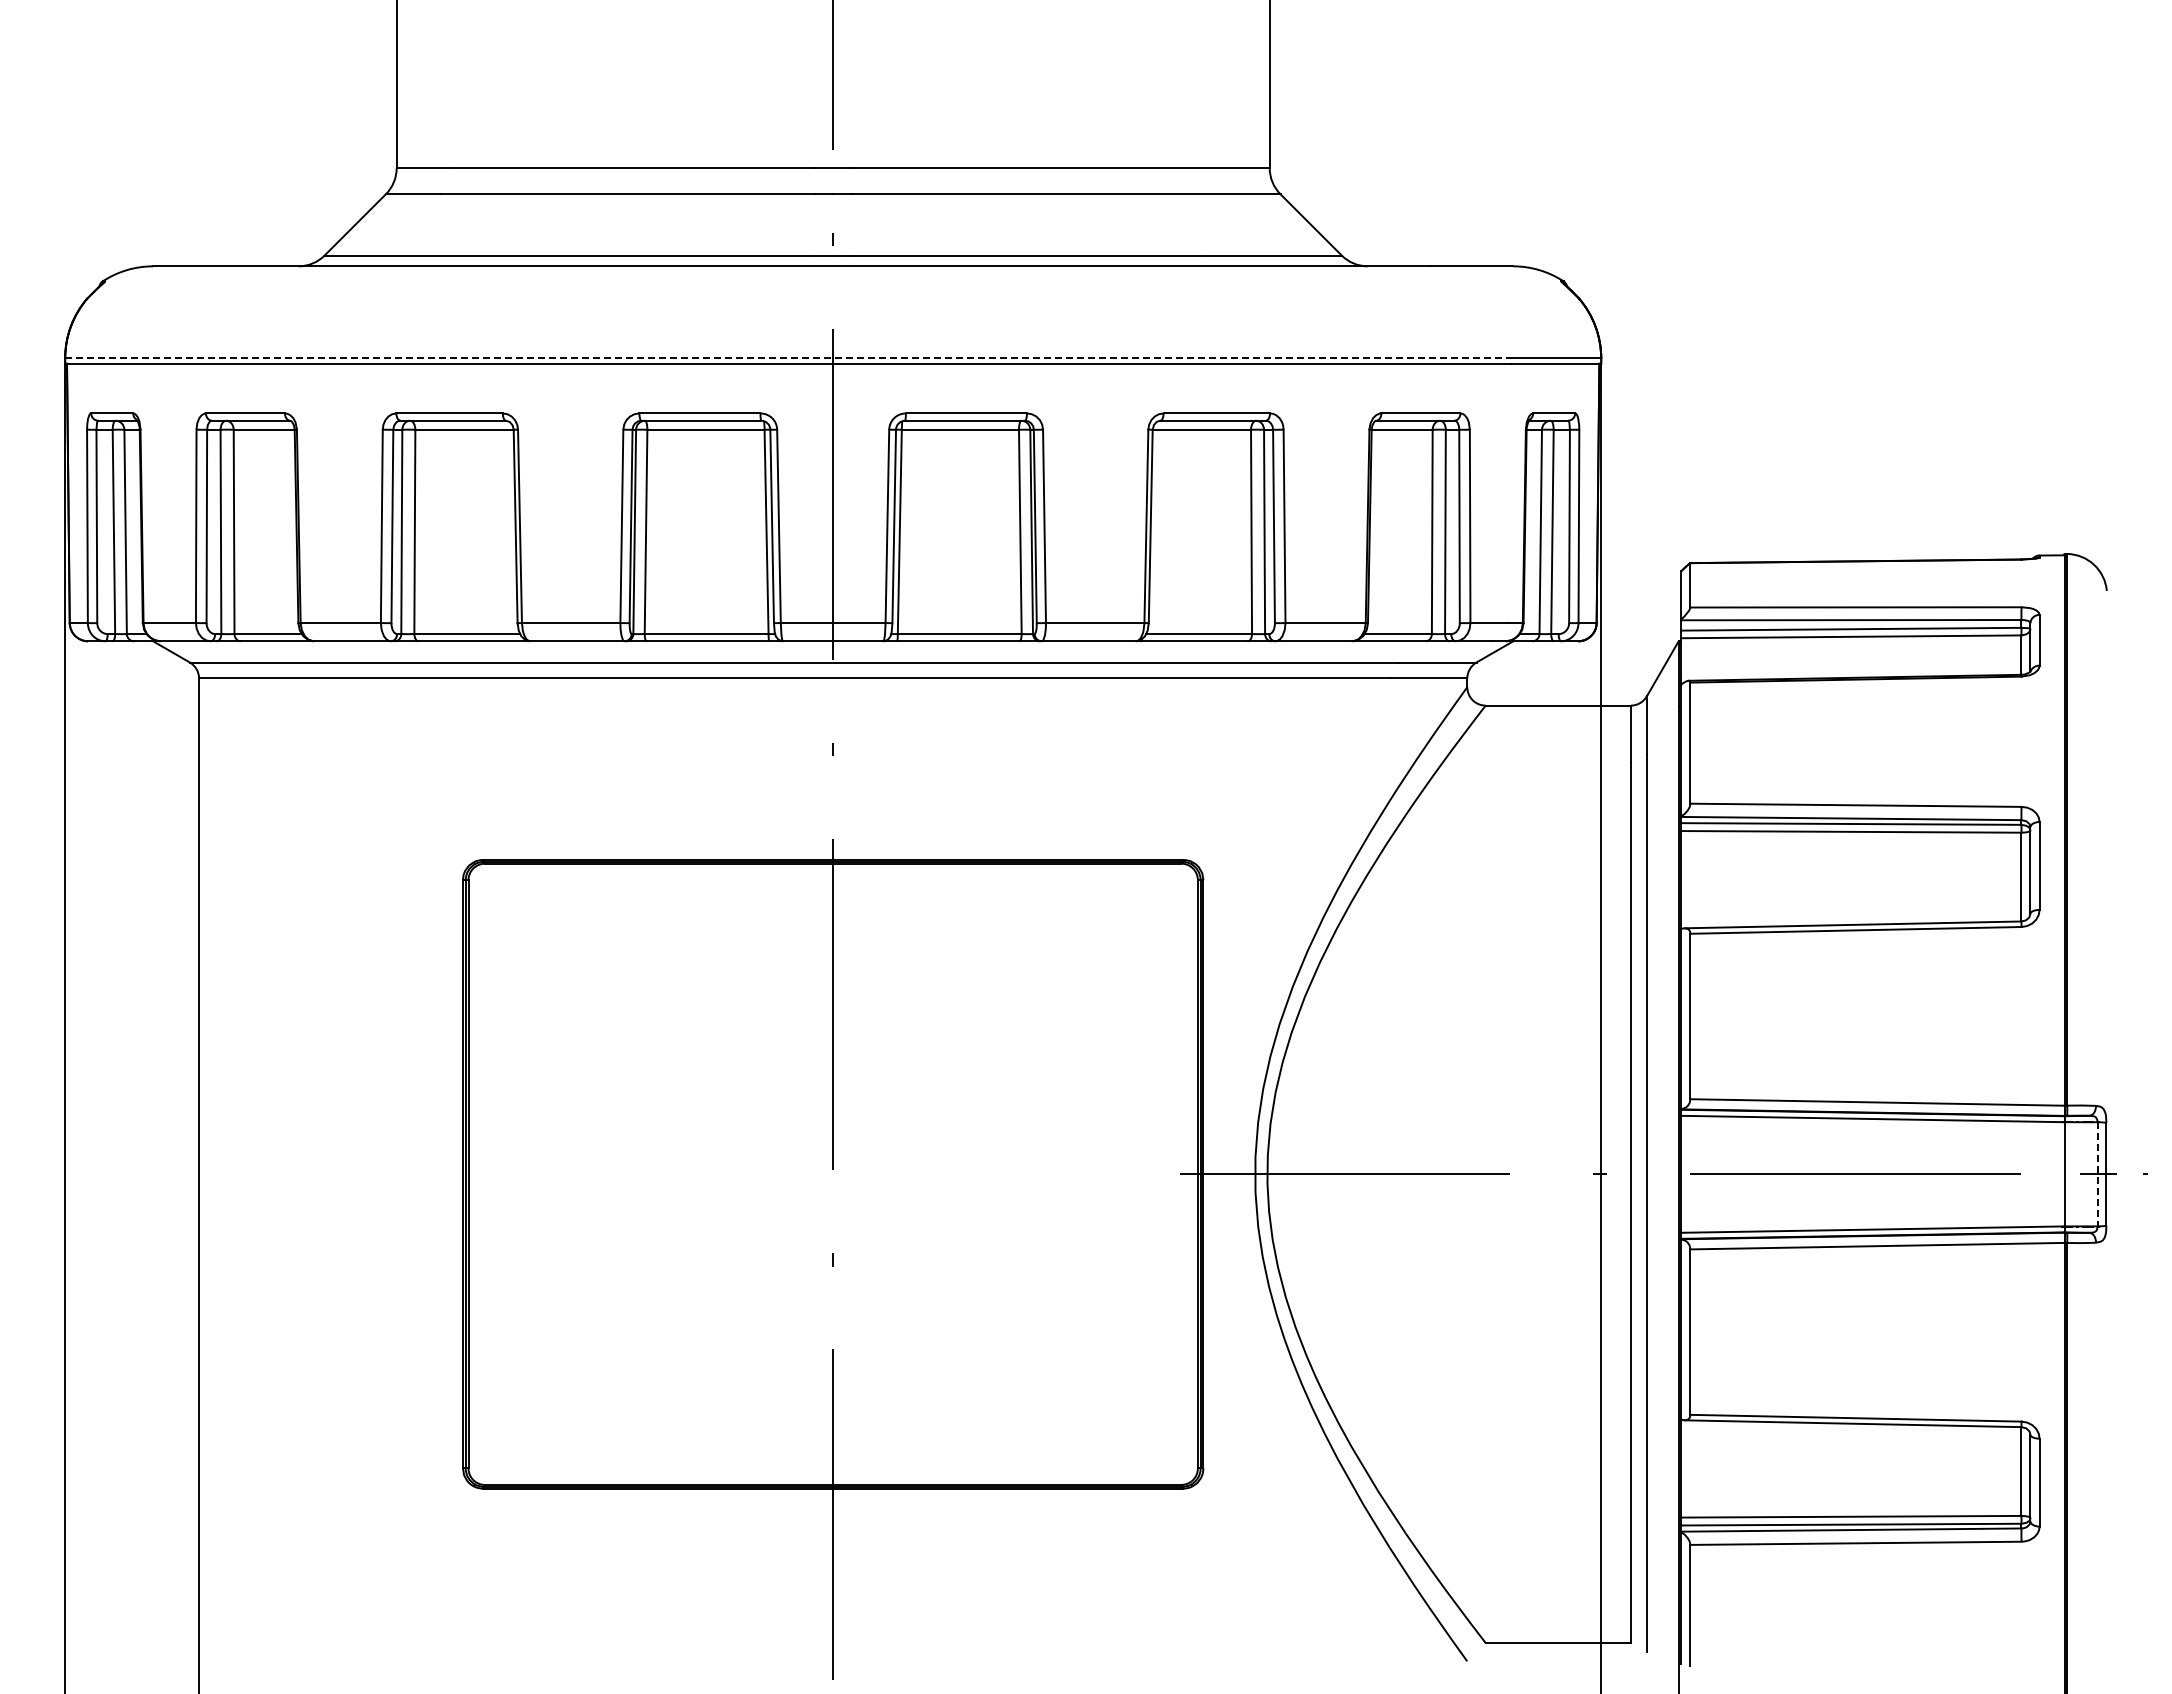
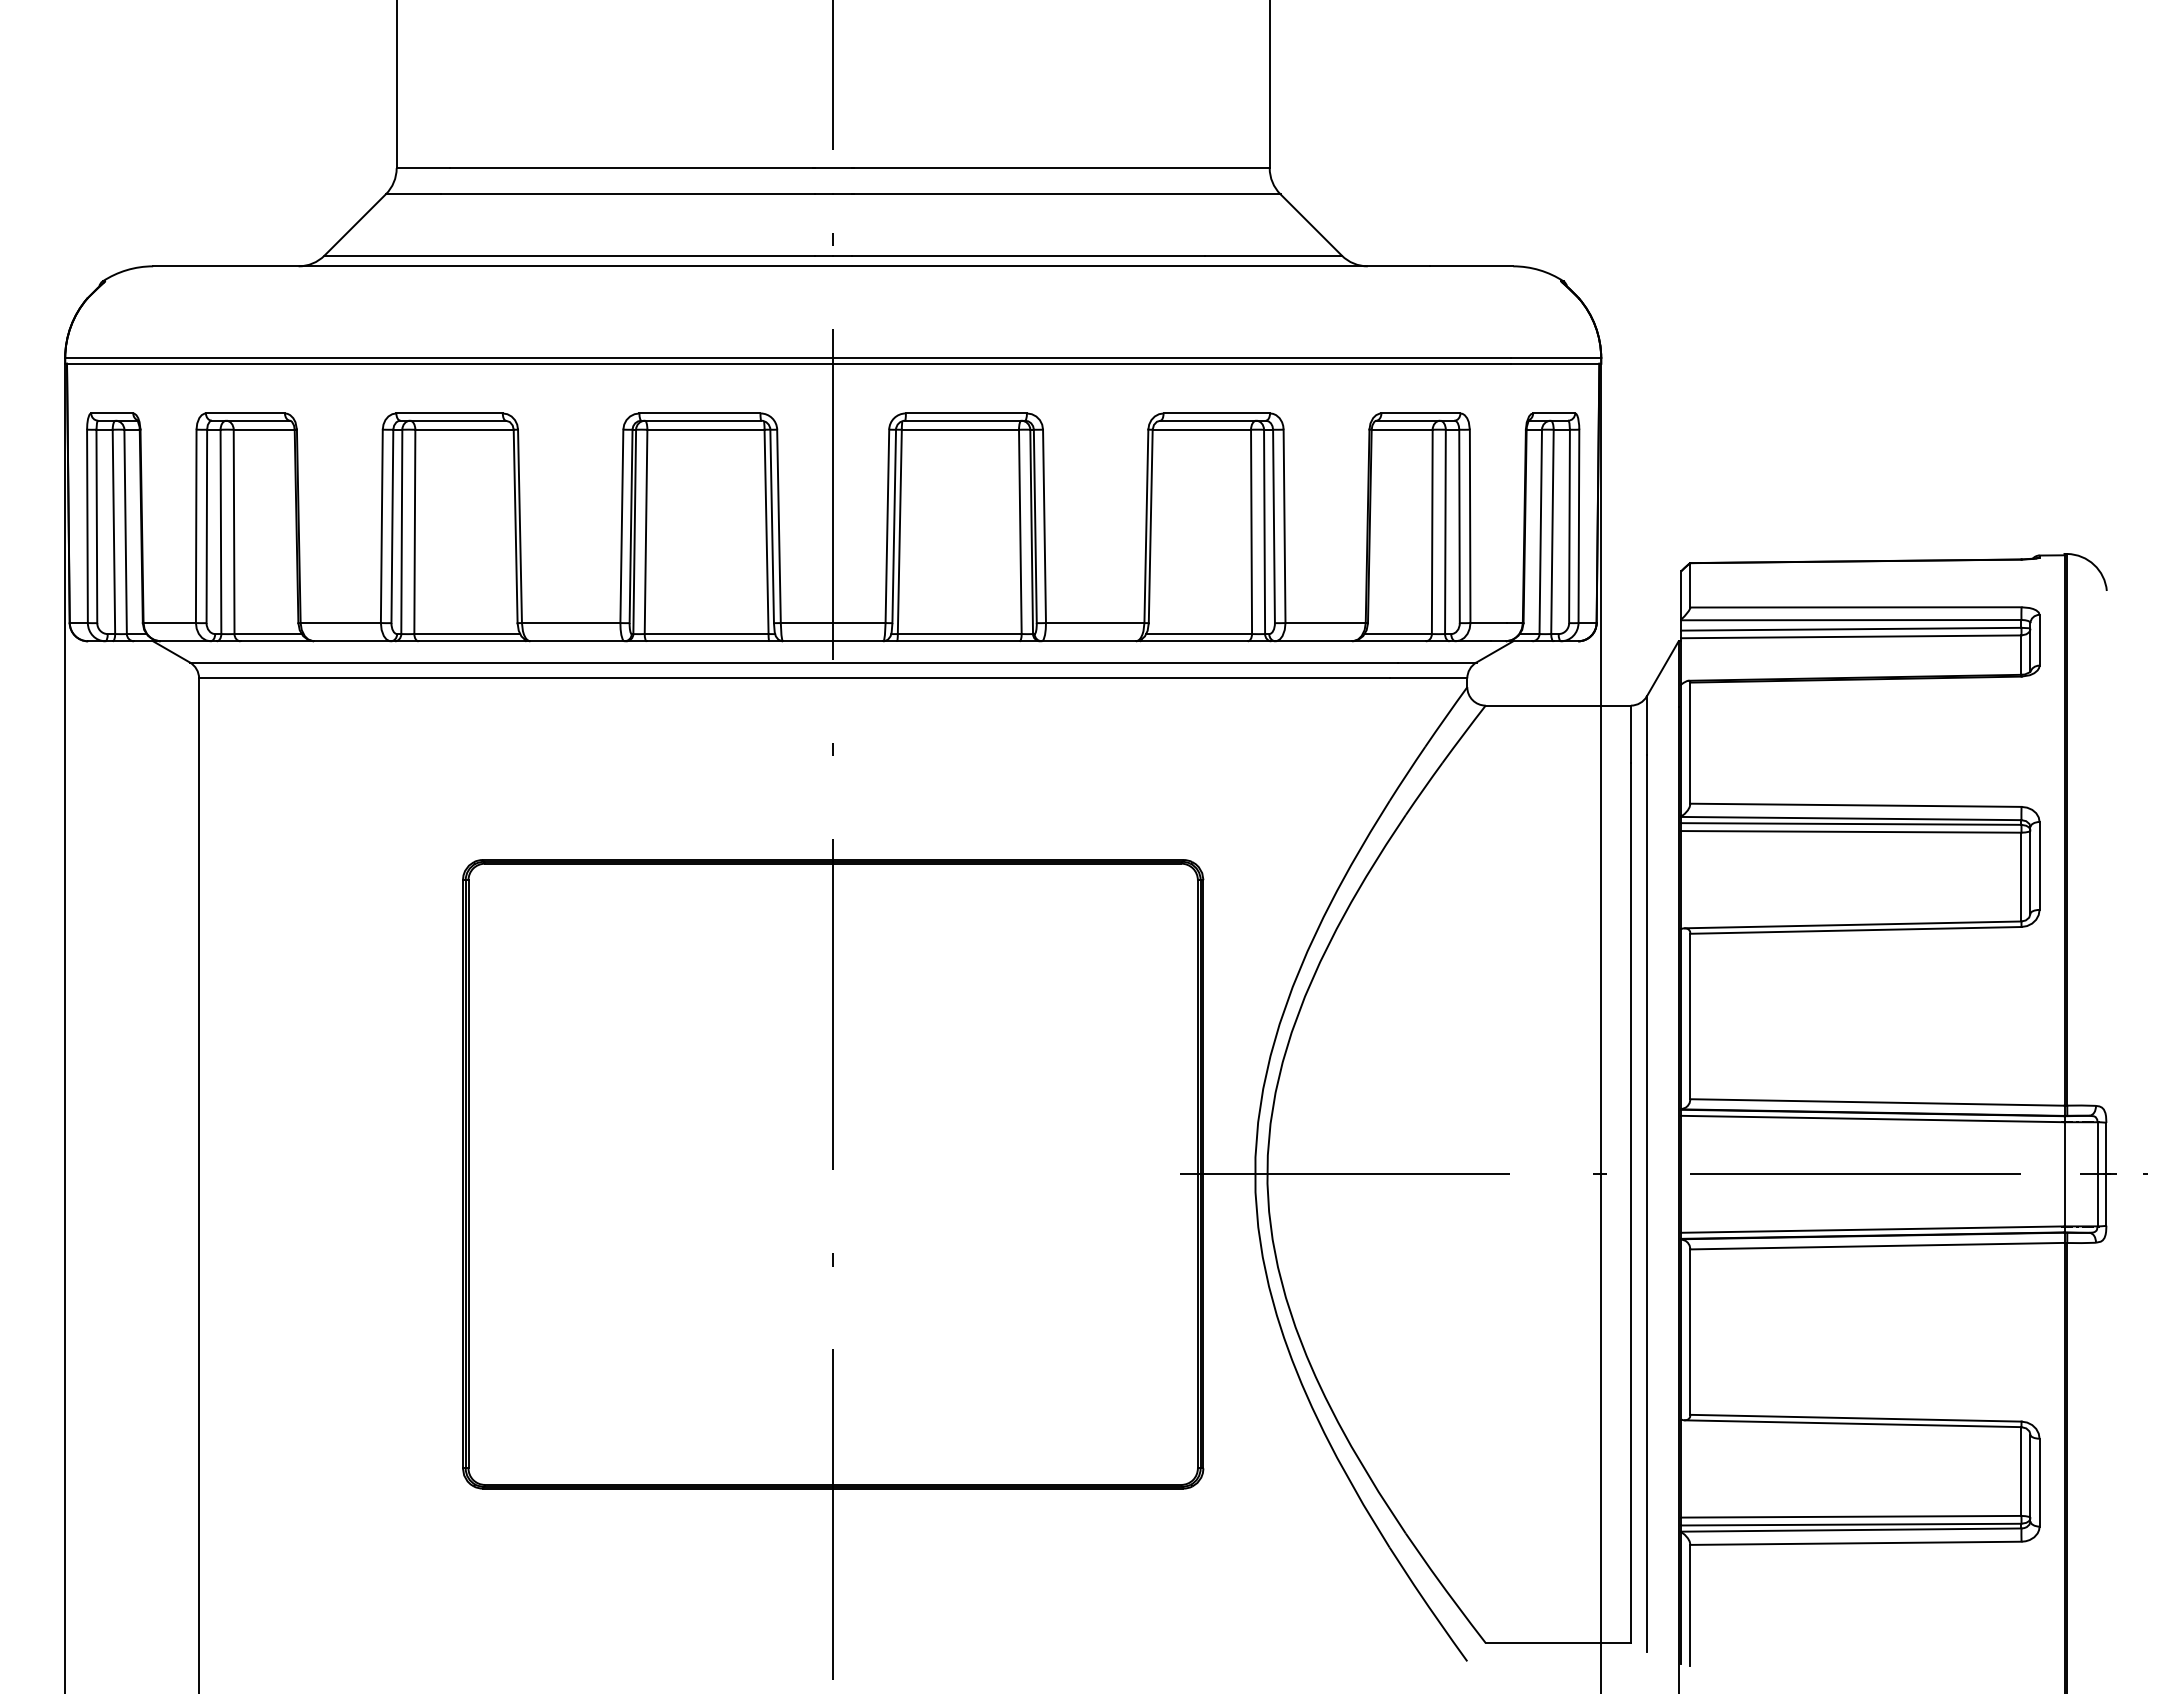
line at (787, 358): dashed -> solid
line at (2097, 1174): dashed -> solid
